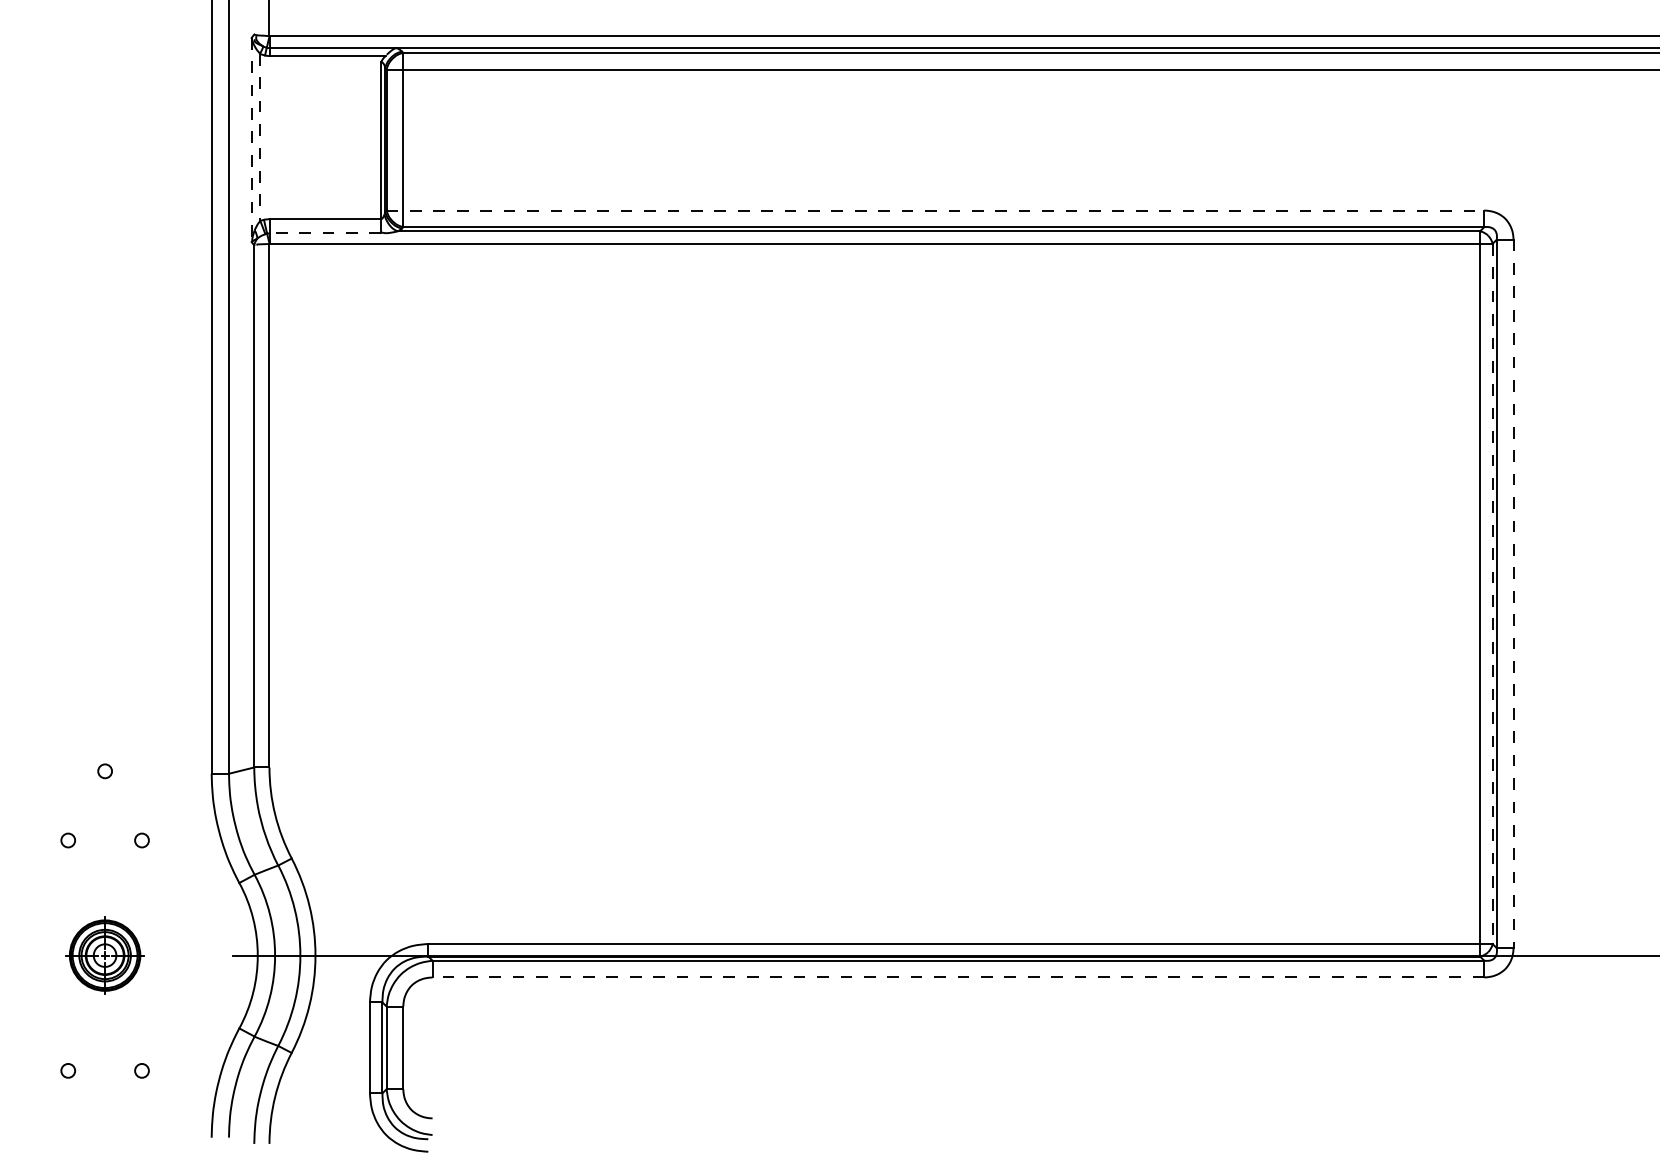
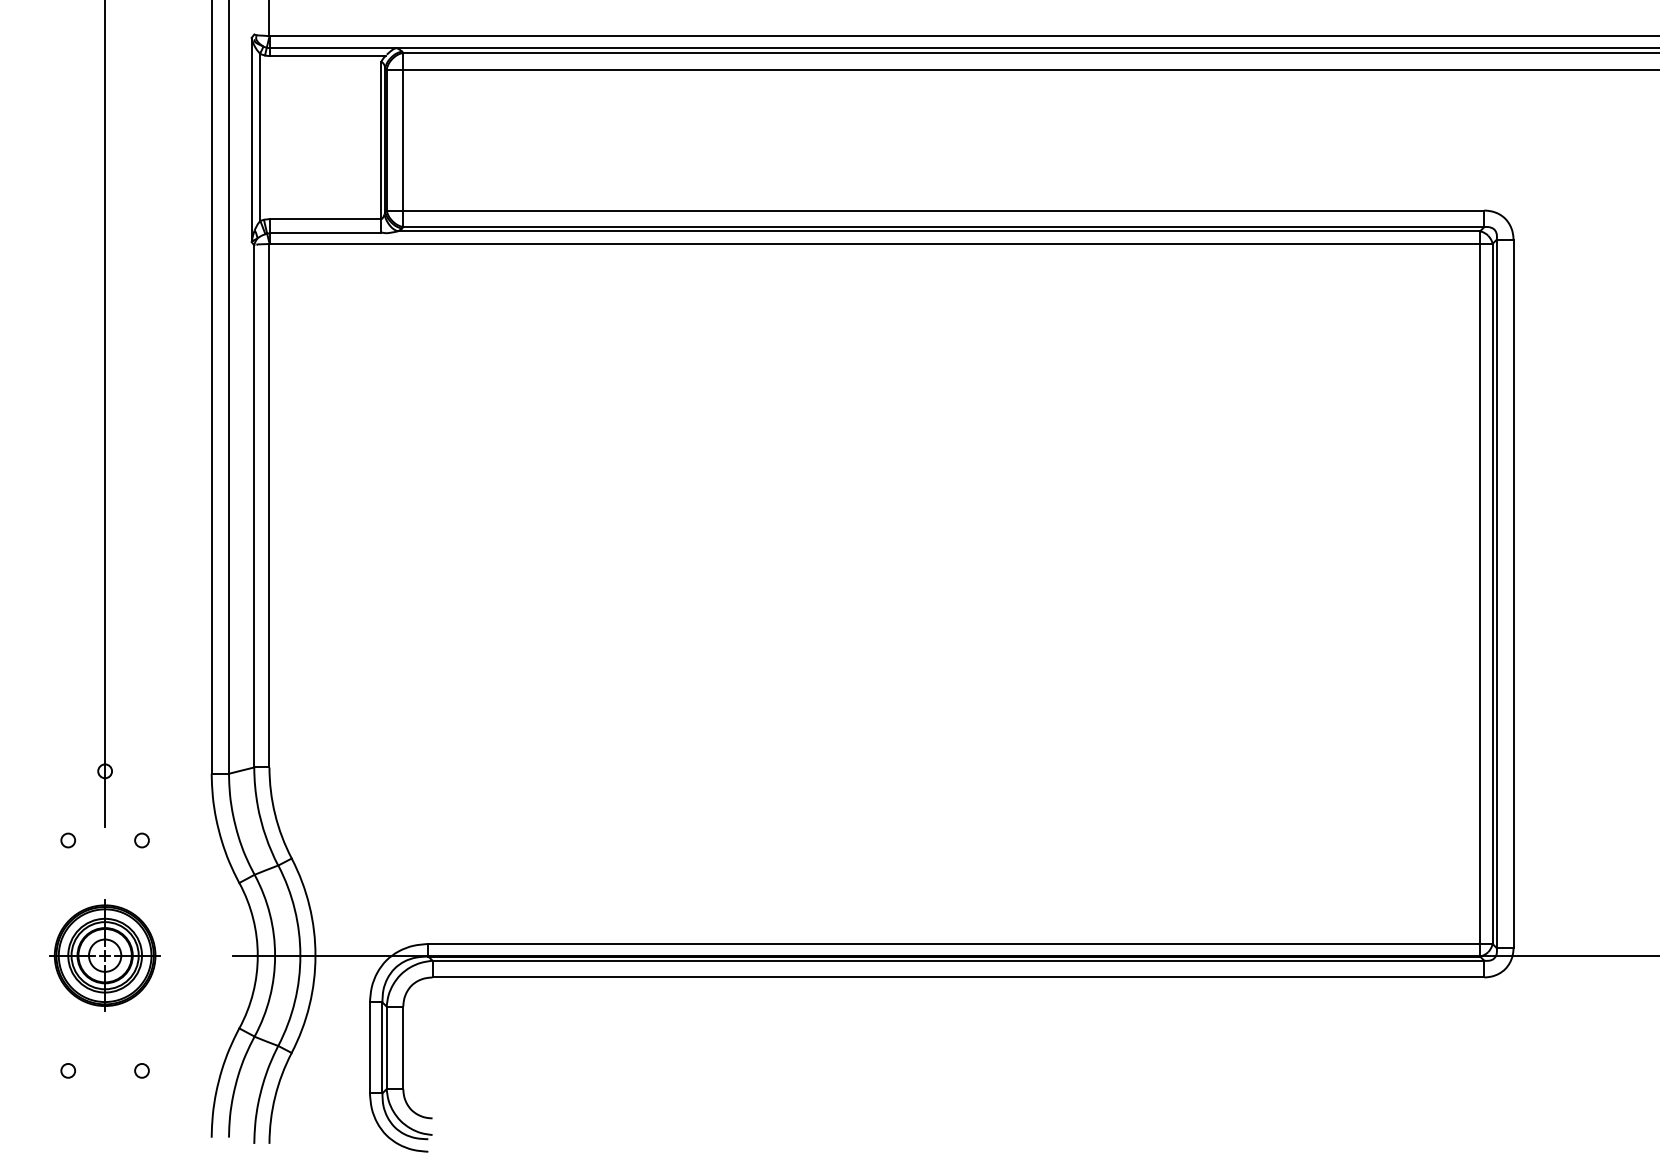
line at (260, 137): dashed -> solid
line at (251, 140): dashed -> solid
line at (935, 210): dashed -> solid
line at (325, 233): dashed -> solid
line at (105, 414): none -> present
line at (1492, 594): dashed -> solid
line at (1513, 594): dashed -> solid
part at (104, 955) size: 80x79 px -> 112x113 px
line at (958, 977): dashed -> solid
